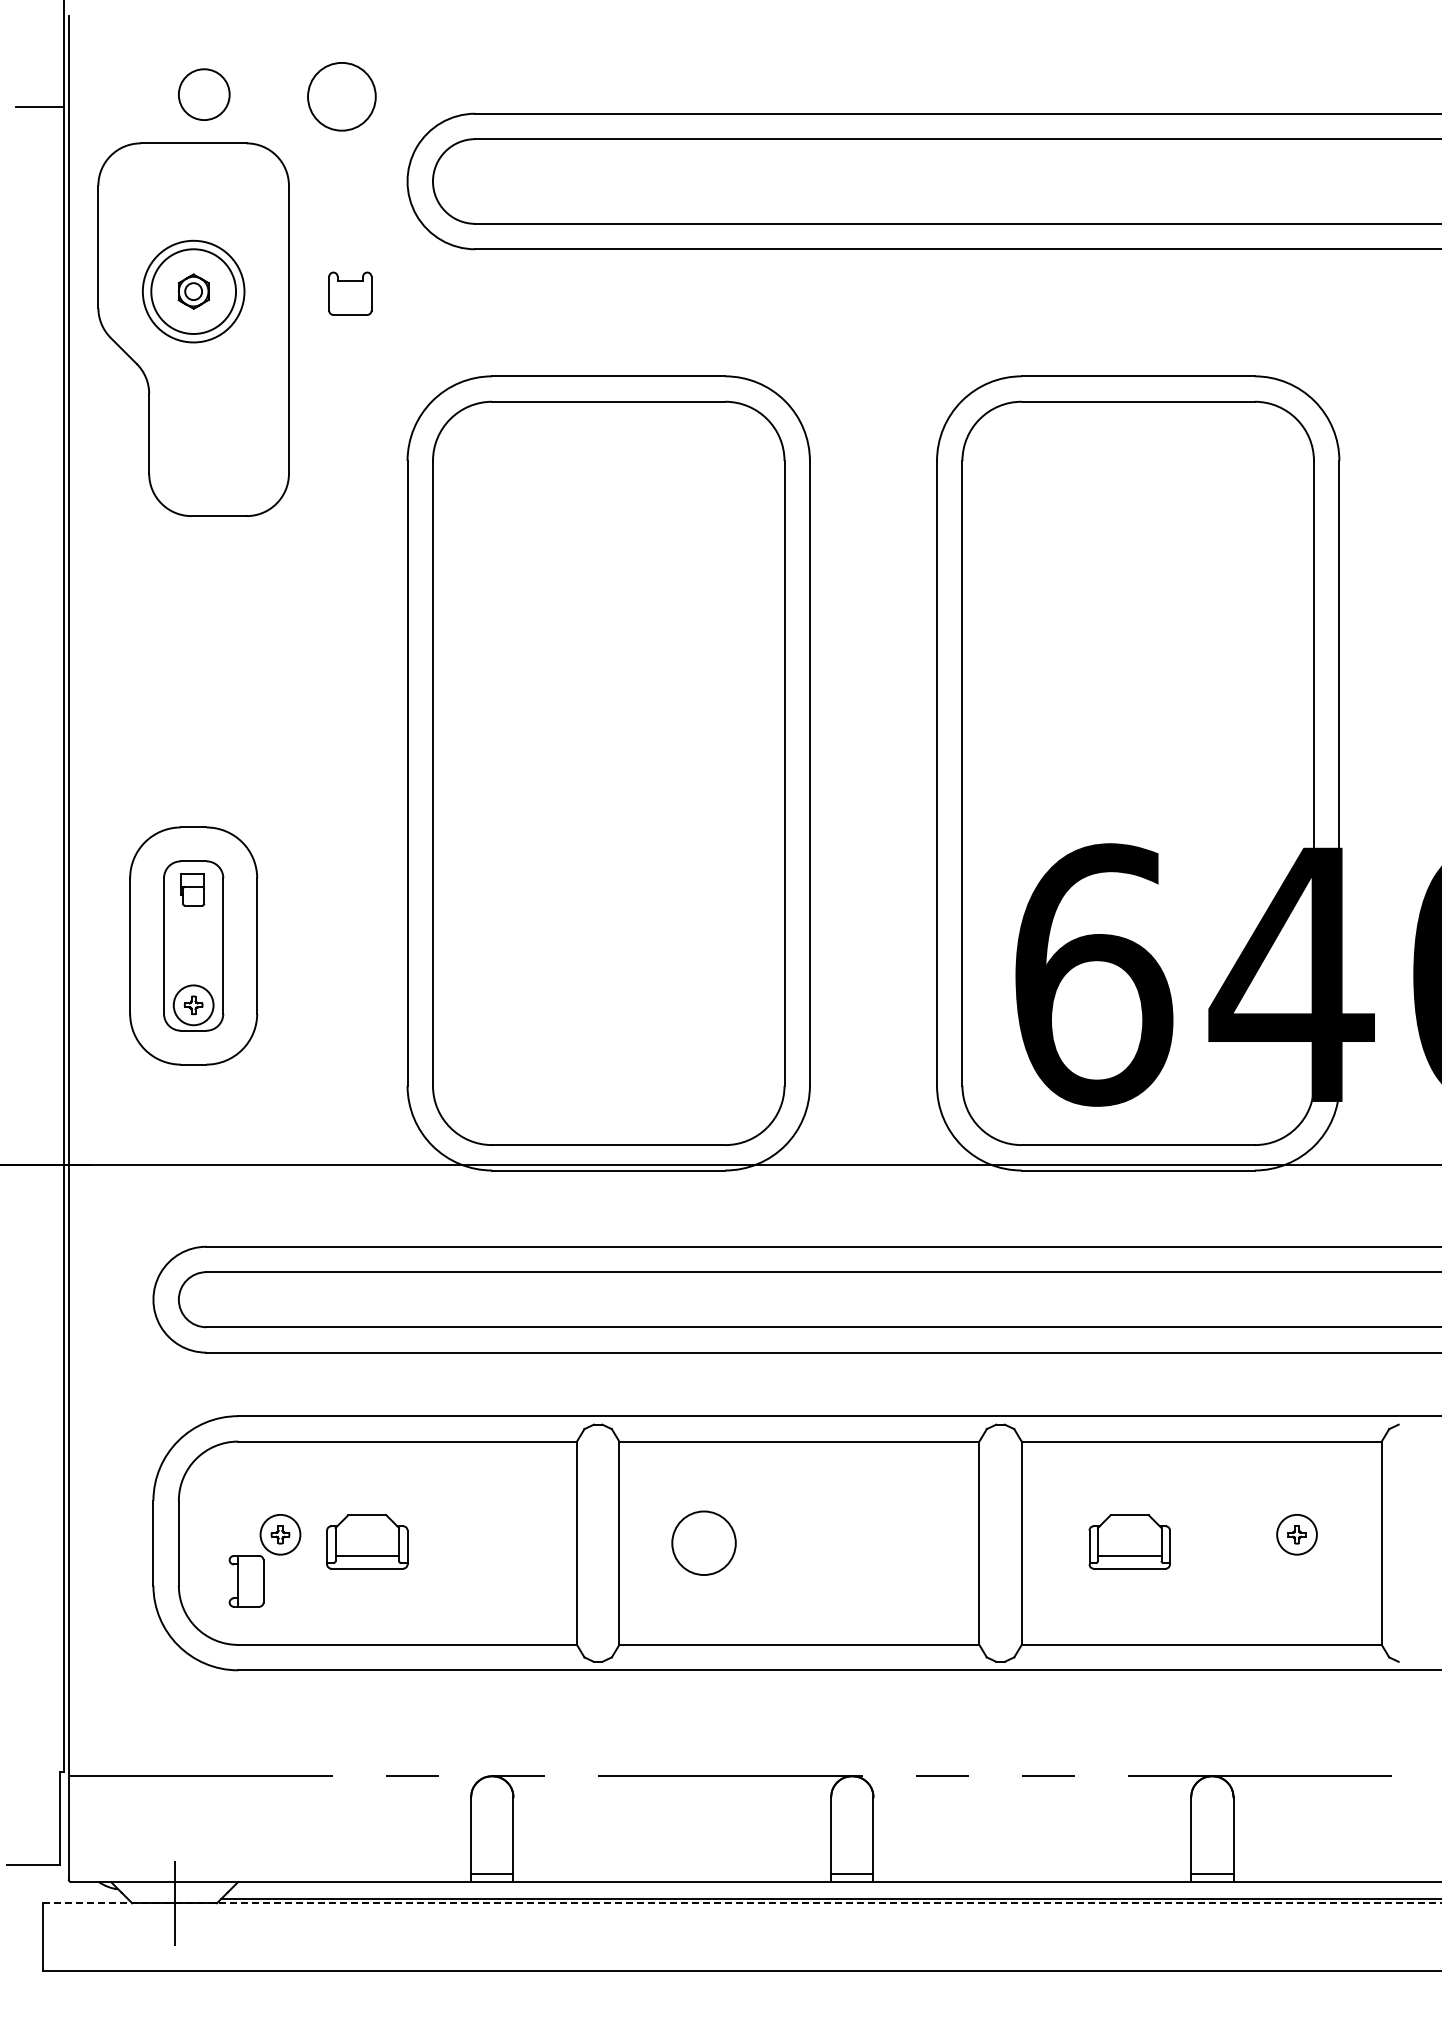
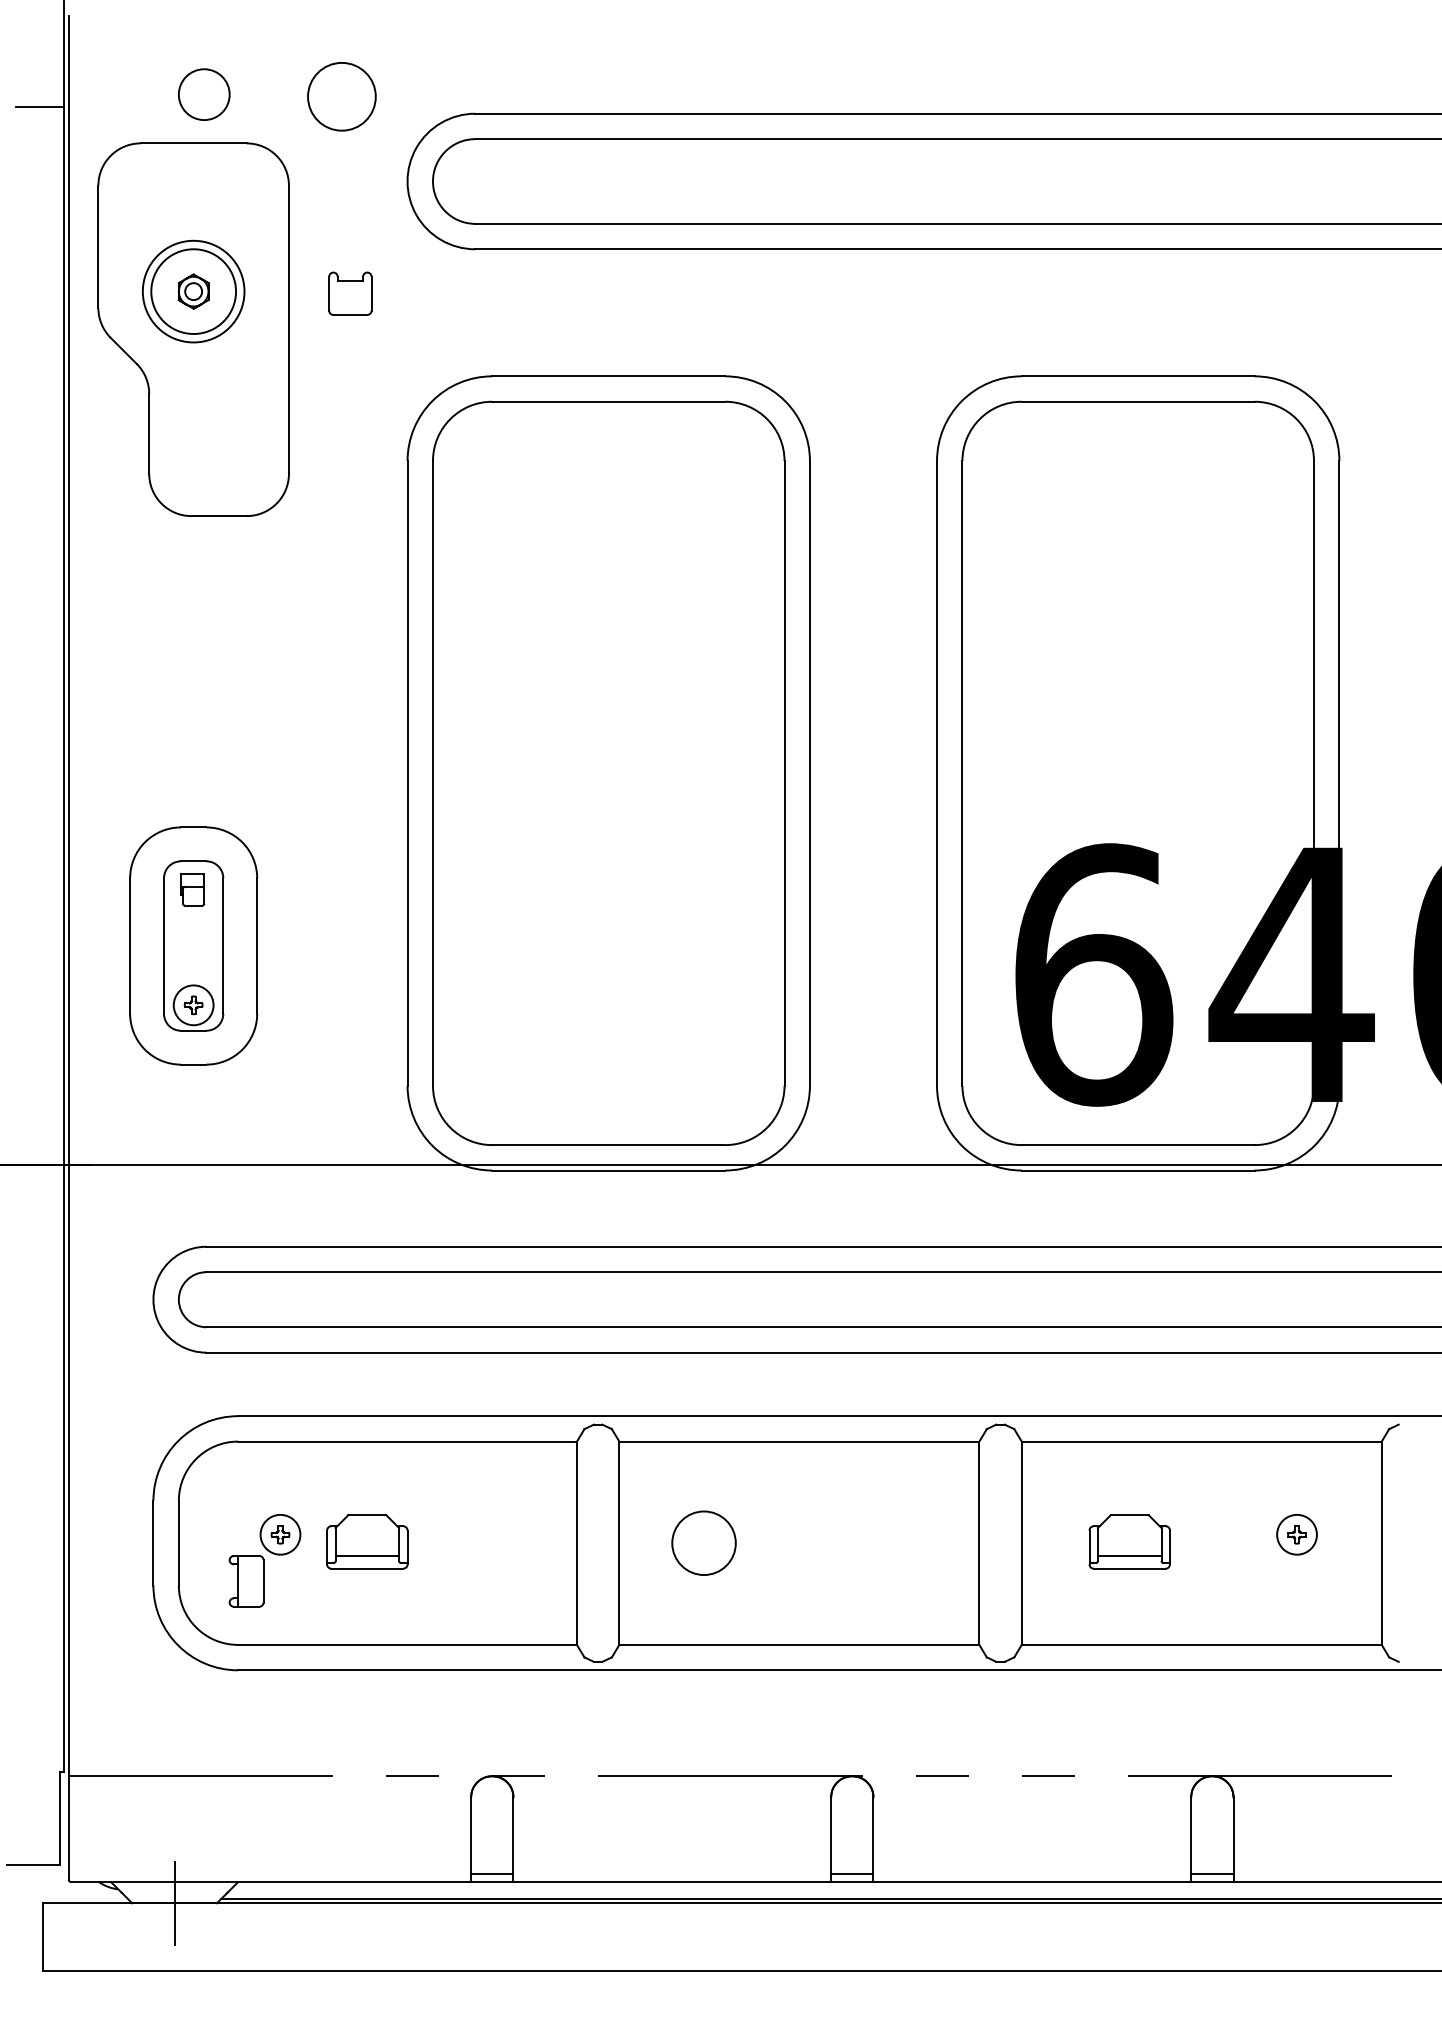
line at (742, 1903): dashed -> solid
